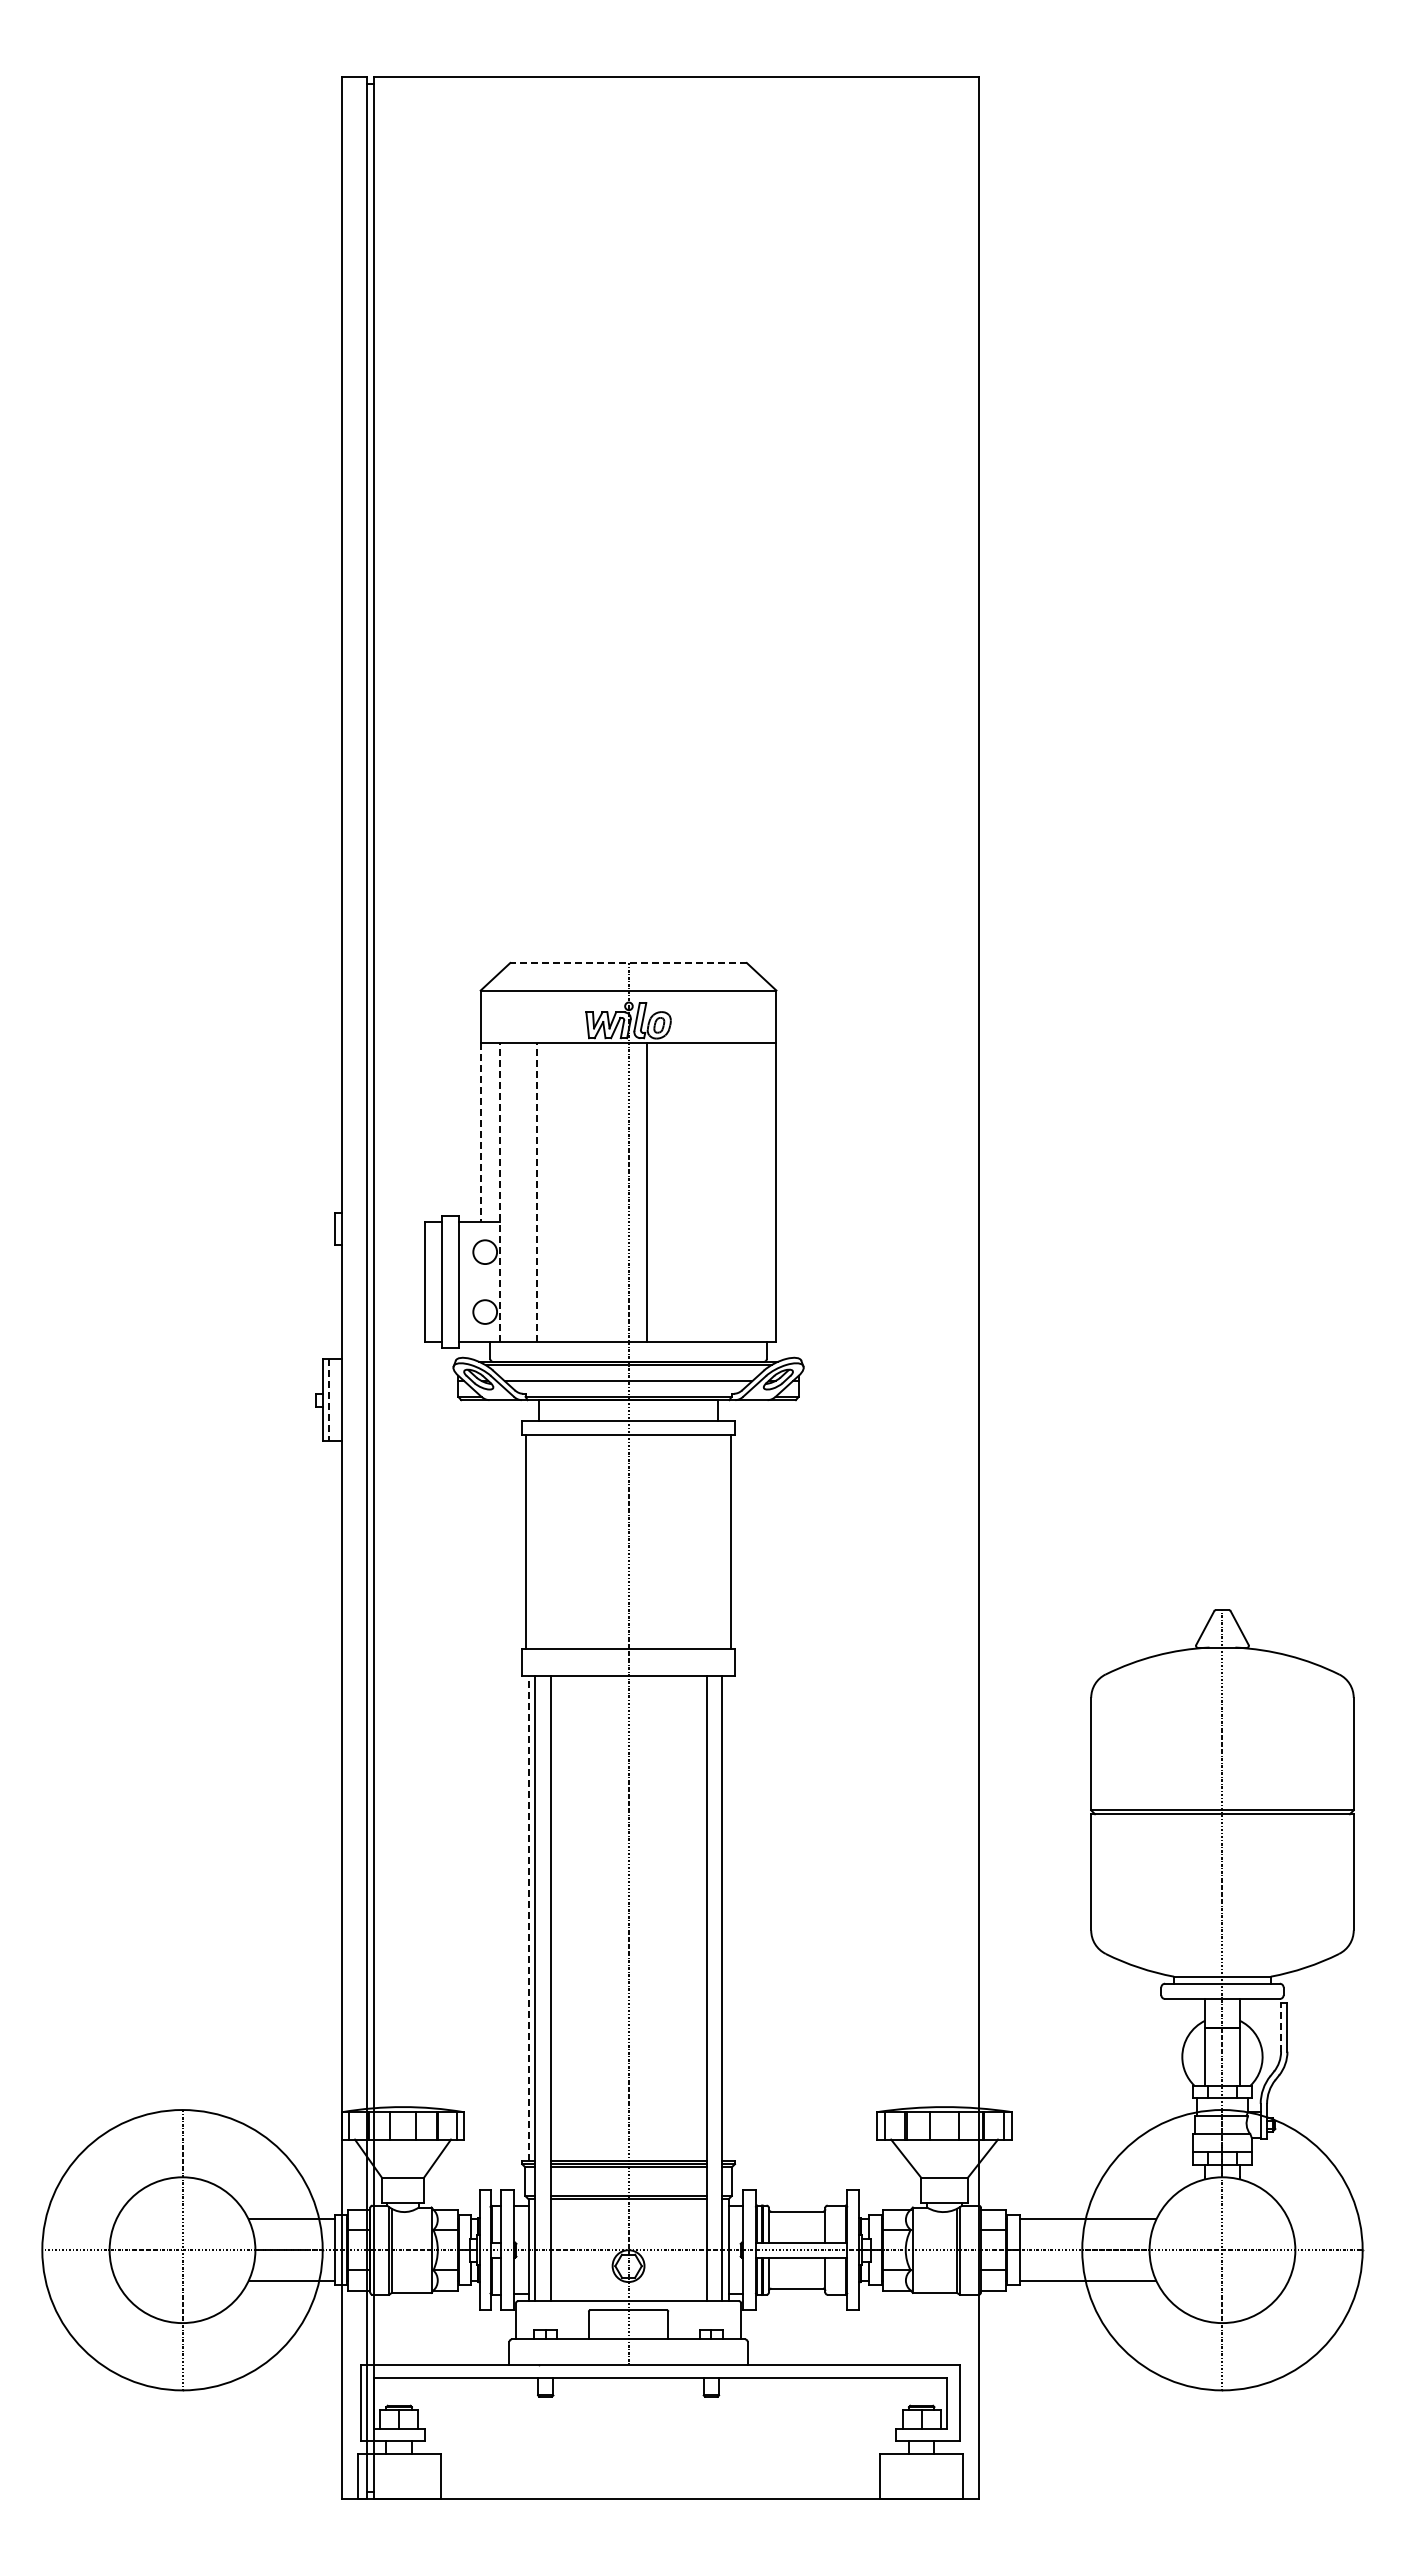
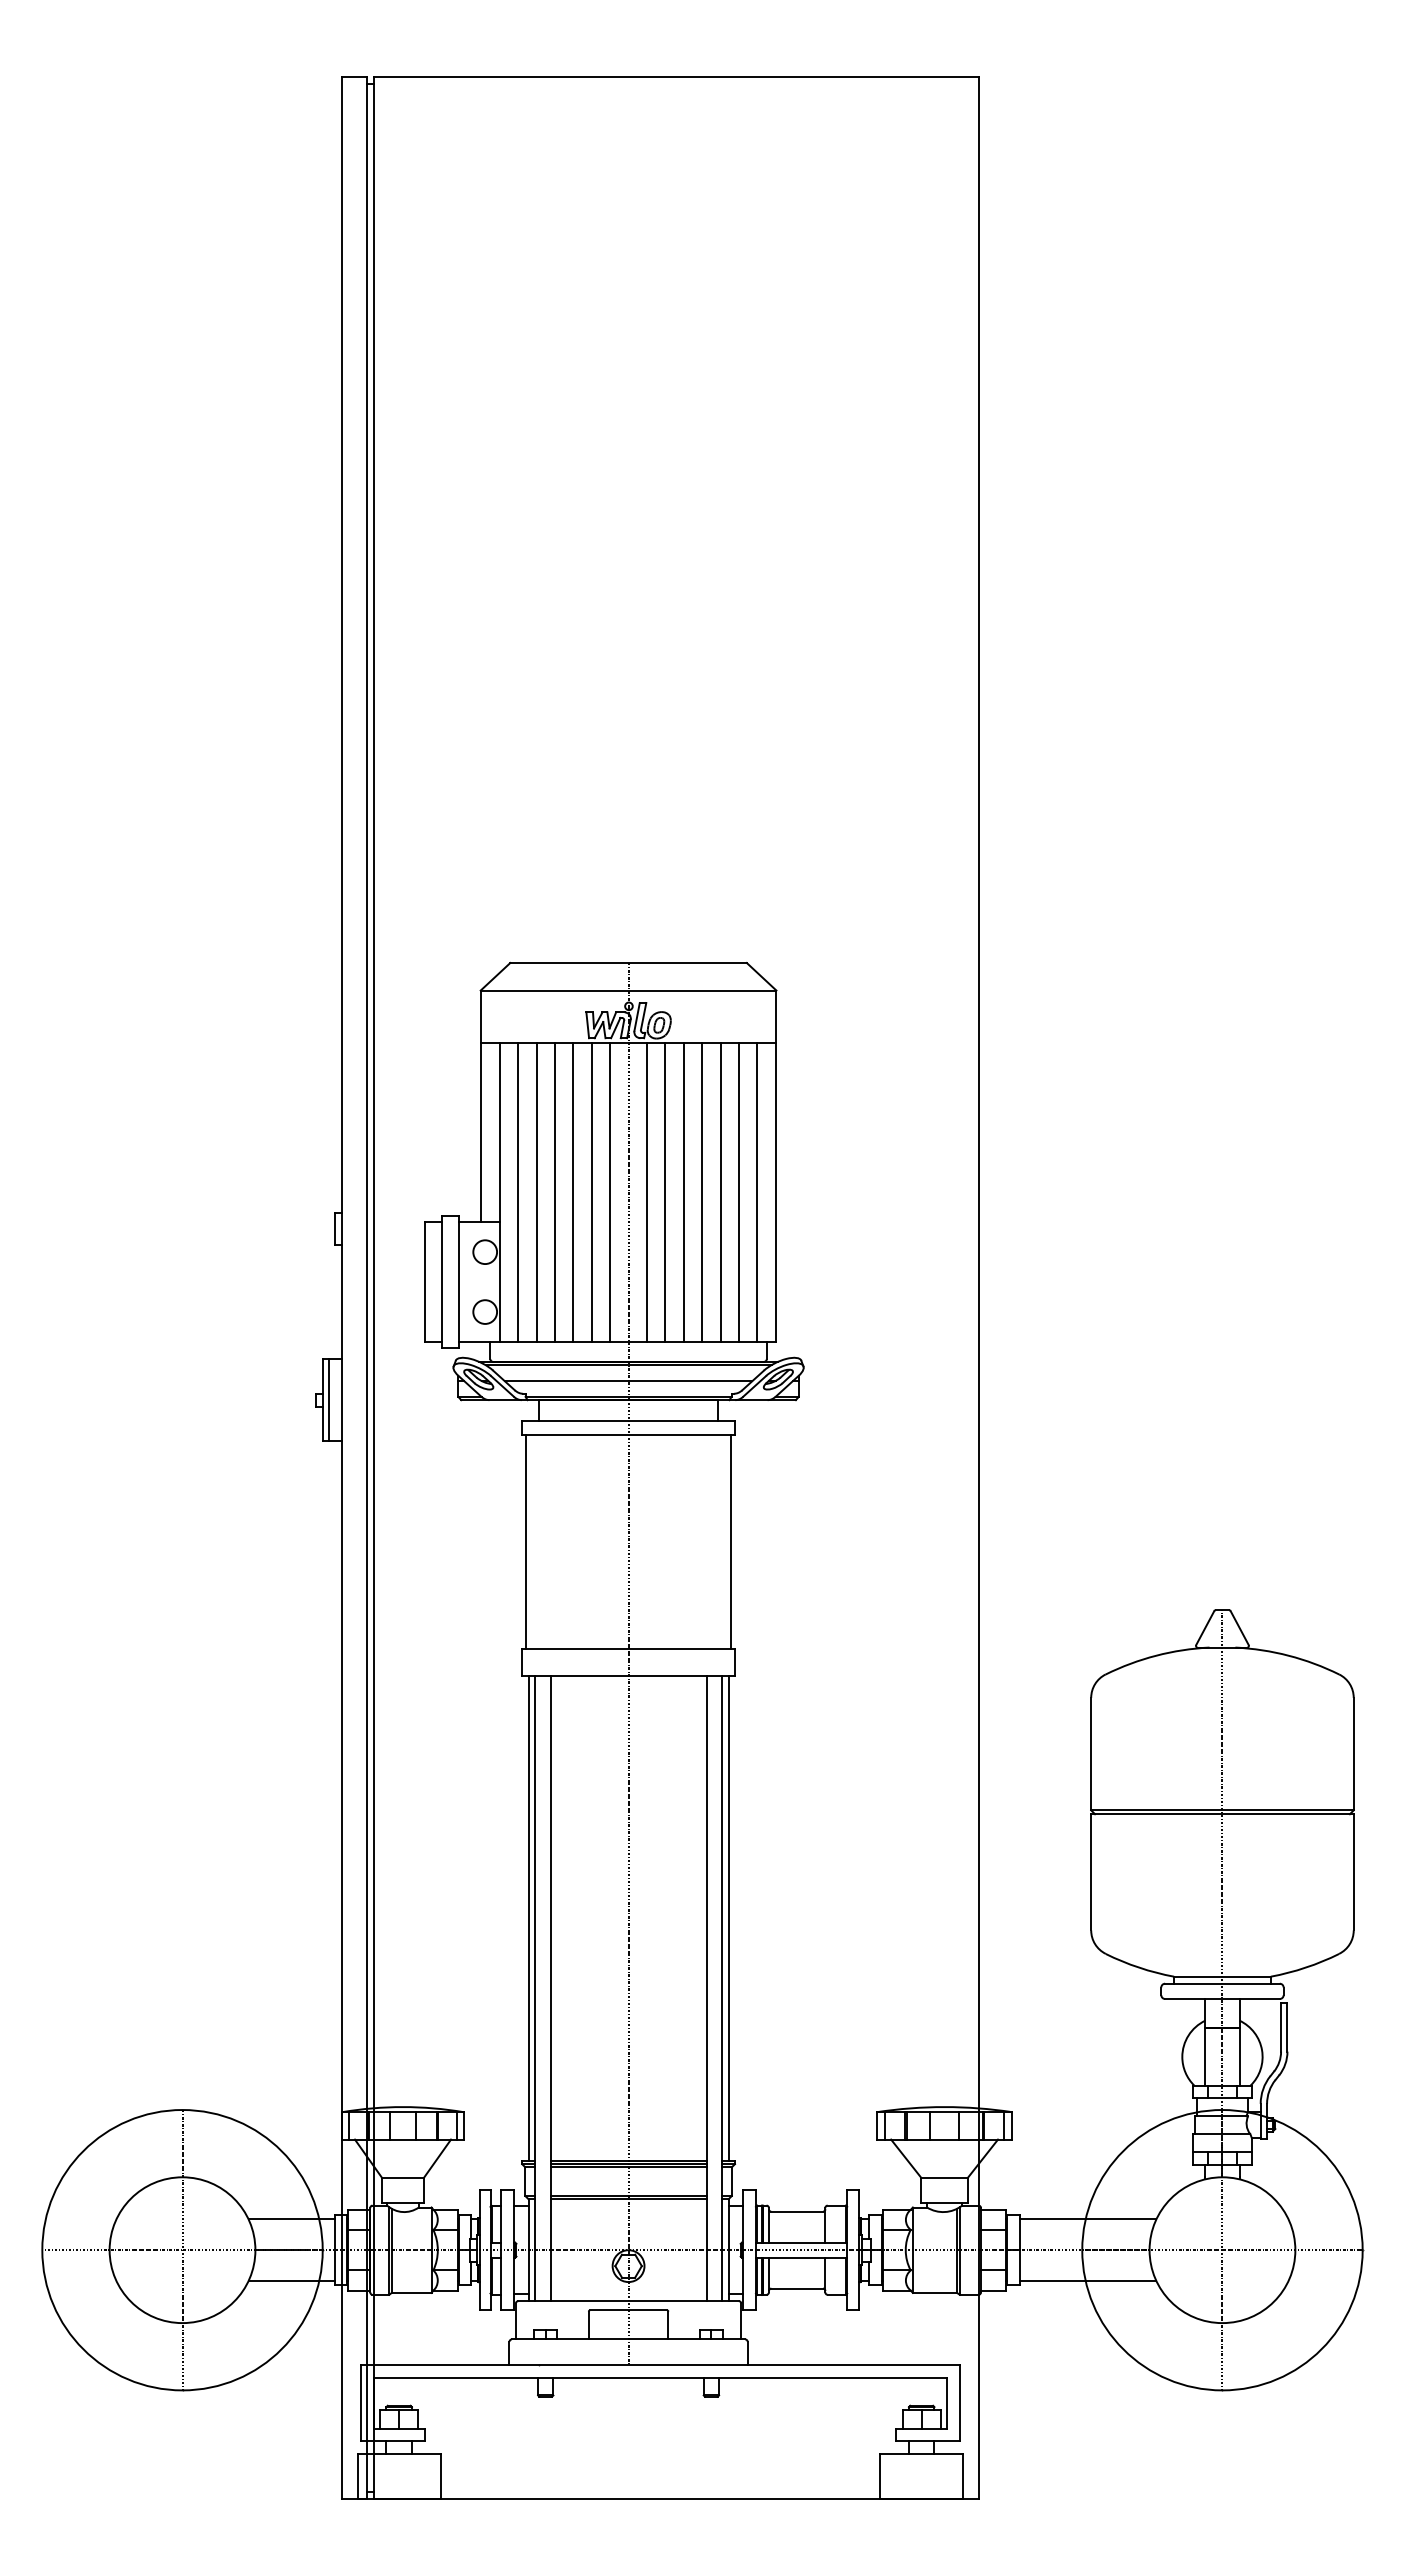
line at (628, 963): dashed -> solid
line at (481, 1132): dashed -> solid
line at (499, 1192): dashed -> solid
line at (518, 1192): none -> present
line at (536, 1192): dashed -> solid
line at (554, 1192): none -> present
line at (573, 1192): none -> present
line at (591, 1192): none -> present
line at (610, 1192): none -> present
line at (665, 1192): none -> present
line at (683, 1192): none -> present
line at (702, 1192): none -> present
line at (720, 1192): none -> present
line at (738, 1192): none -> present
line at (757, 1192): none -> present
line at (329, 1400): dashed -> solid
line at (528, 1918): dashed -> solid
line at (728, 1918): none -> present
line at (1281, 2026): dashed -> solid
